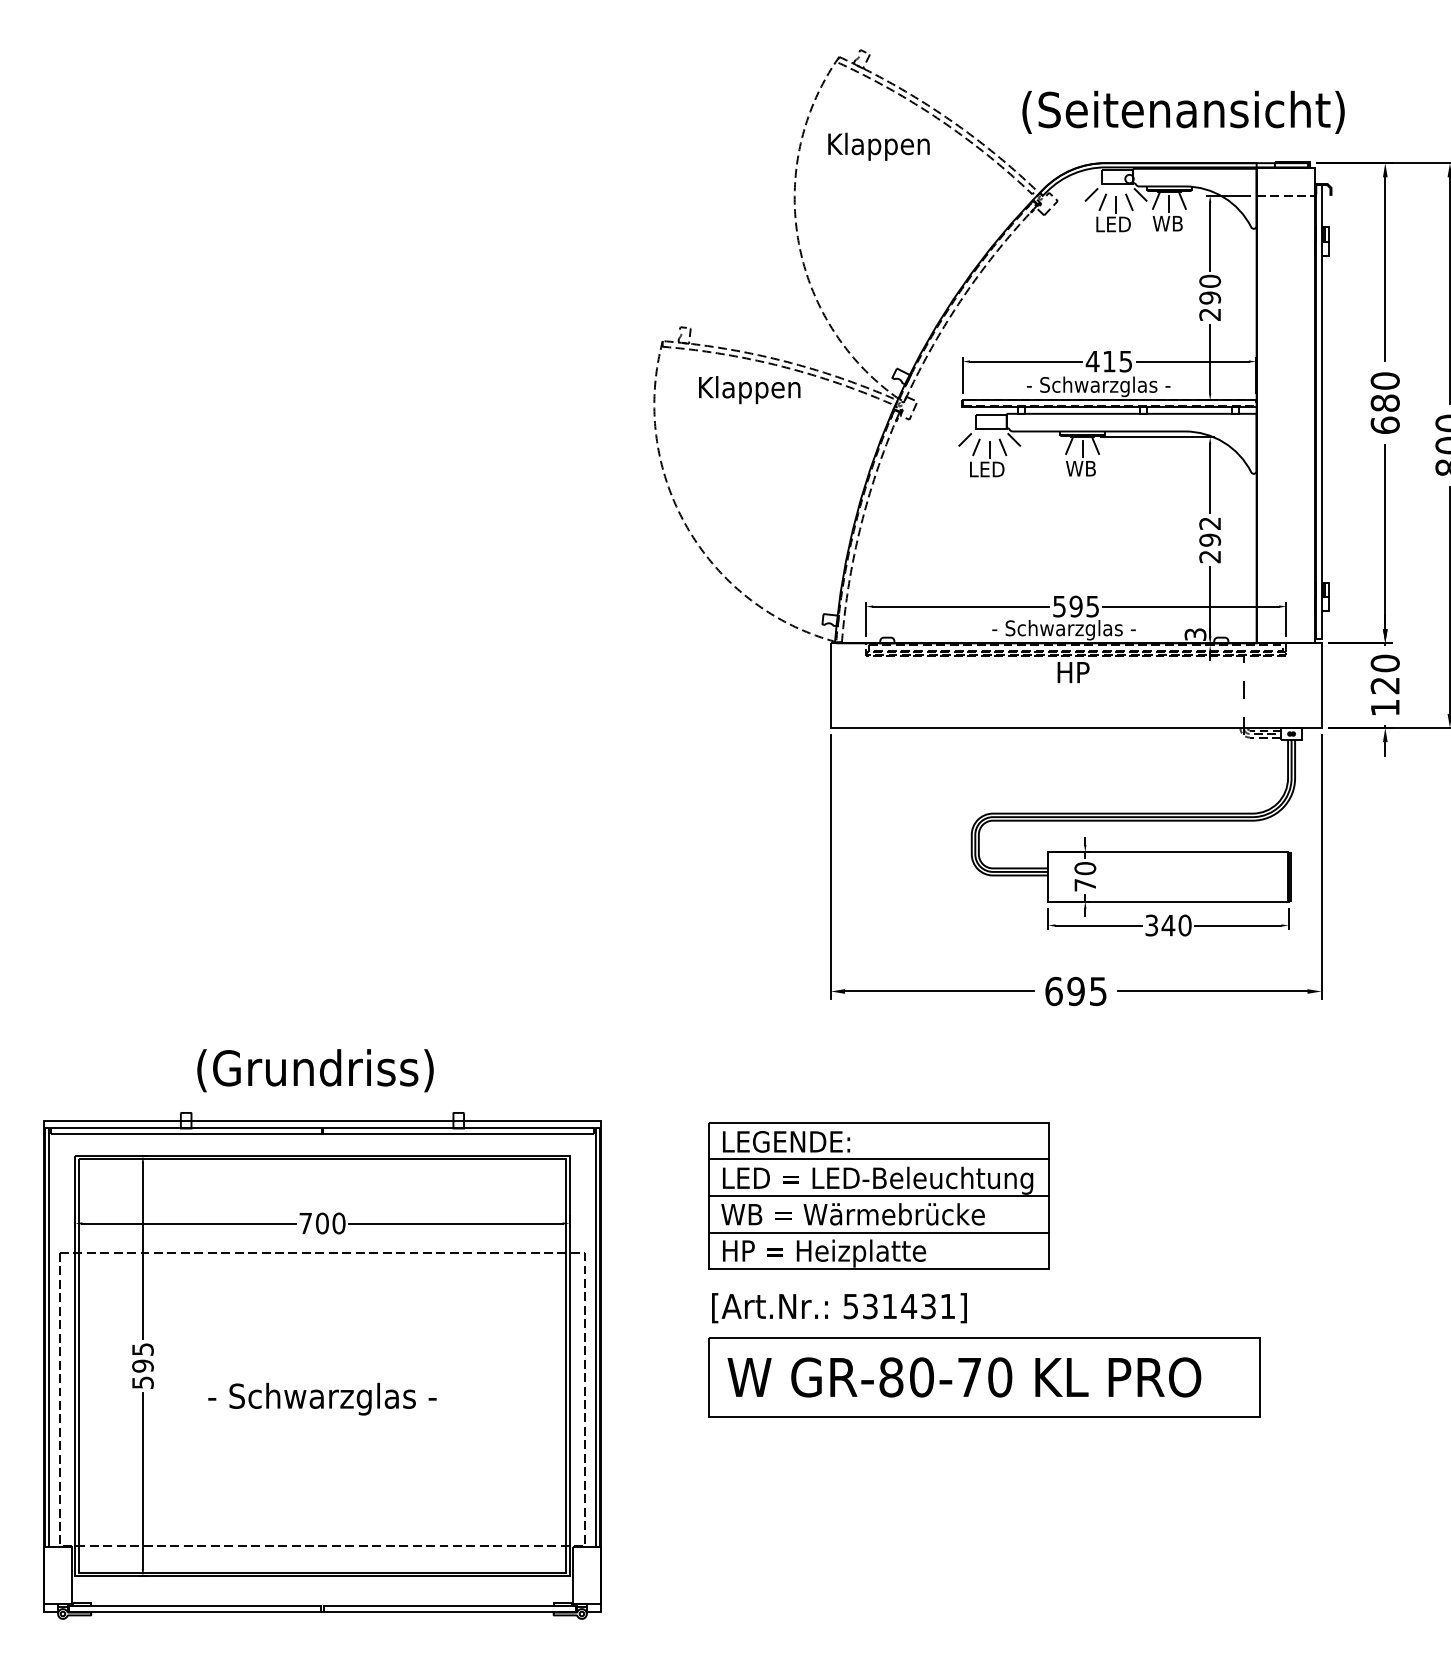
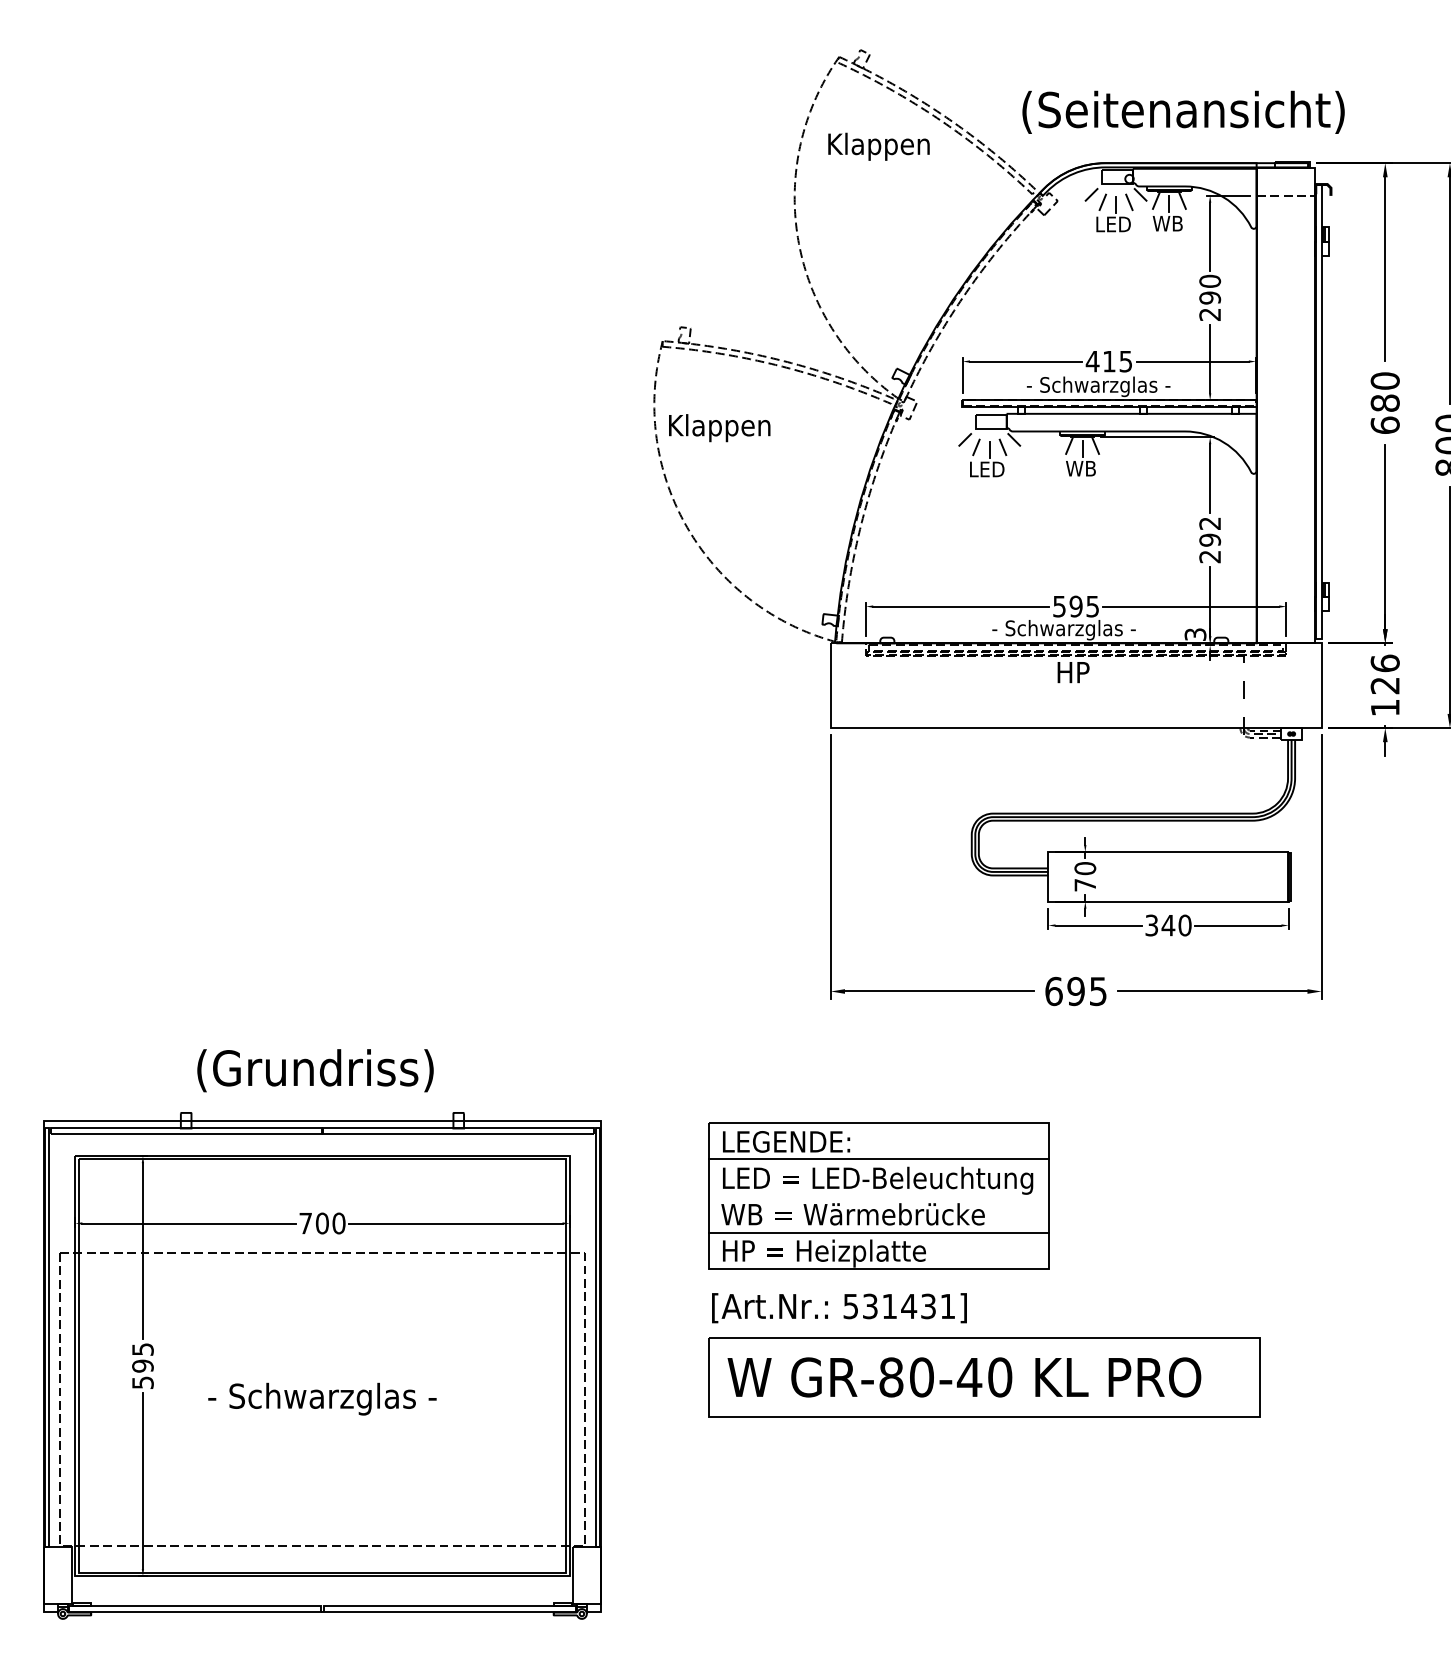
text at (749, 390) position: (749, 390) -> (719, 428)
text at (1384, 663): 120 -> 126
line at (879, 1195): present -> none
text at (969, 1377): GR-80-70 -> GR-80-40
